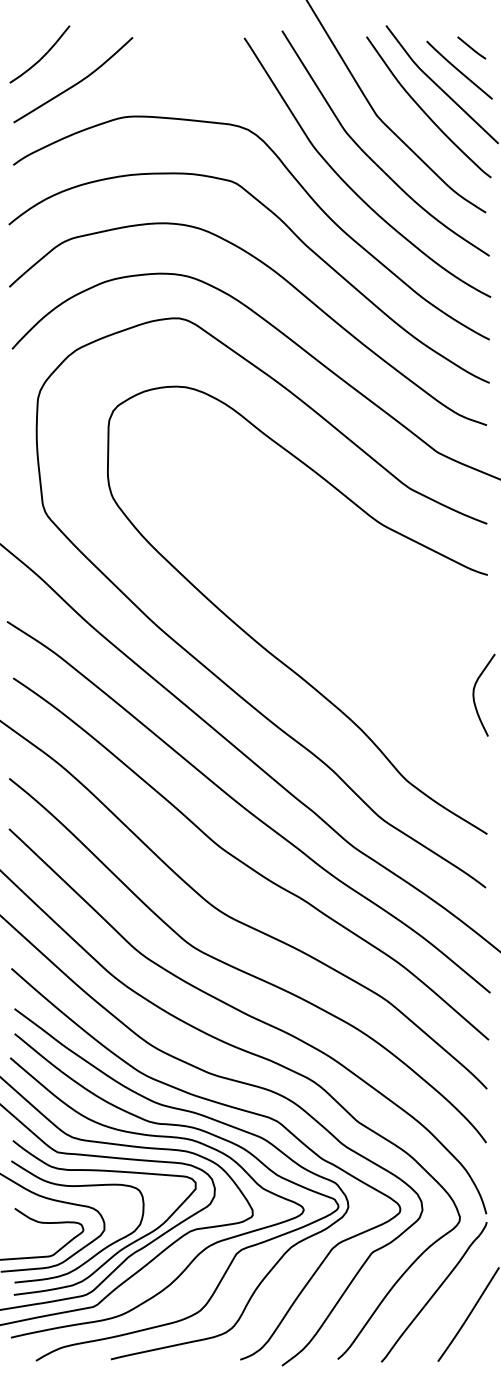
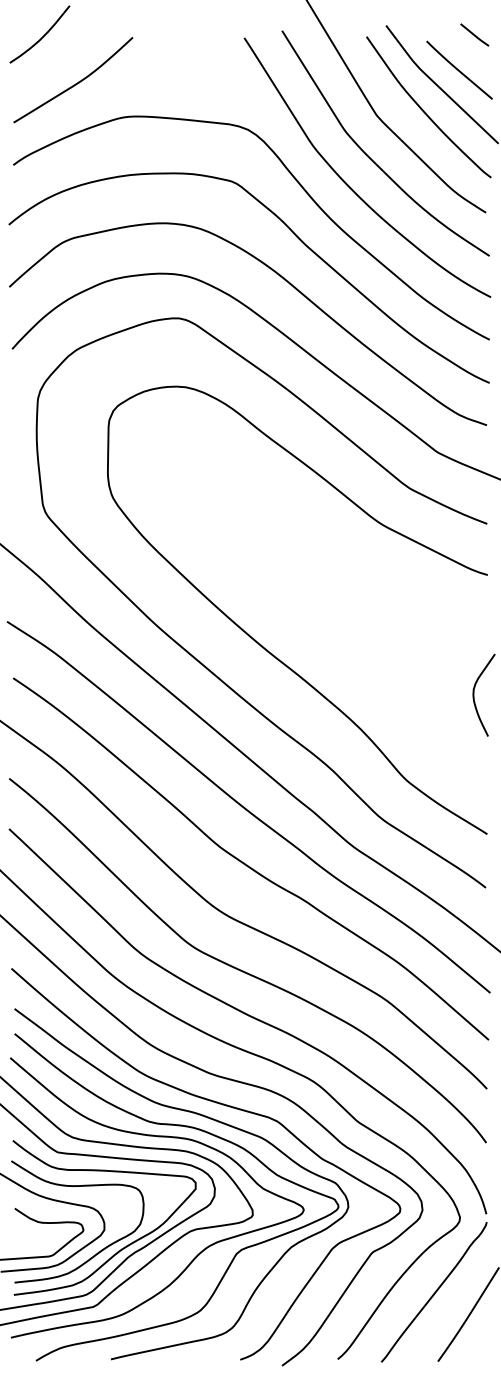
line at (471, 47) position: (471, 47) -> (474, 34)
curve at (42, 56) position: (42, 56) -> (42, 36)
